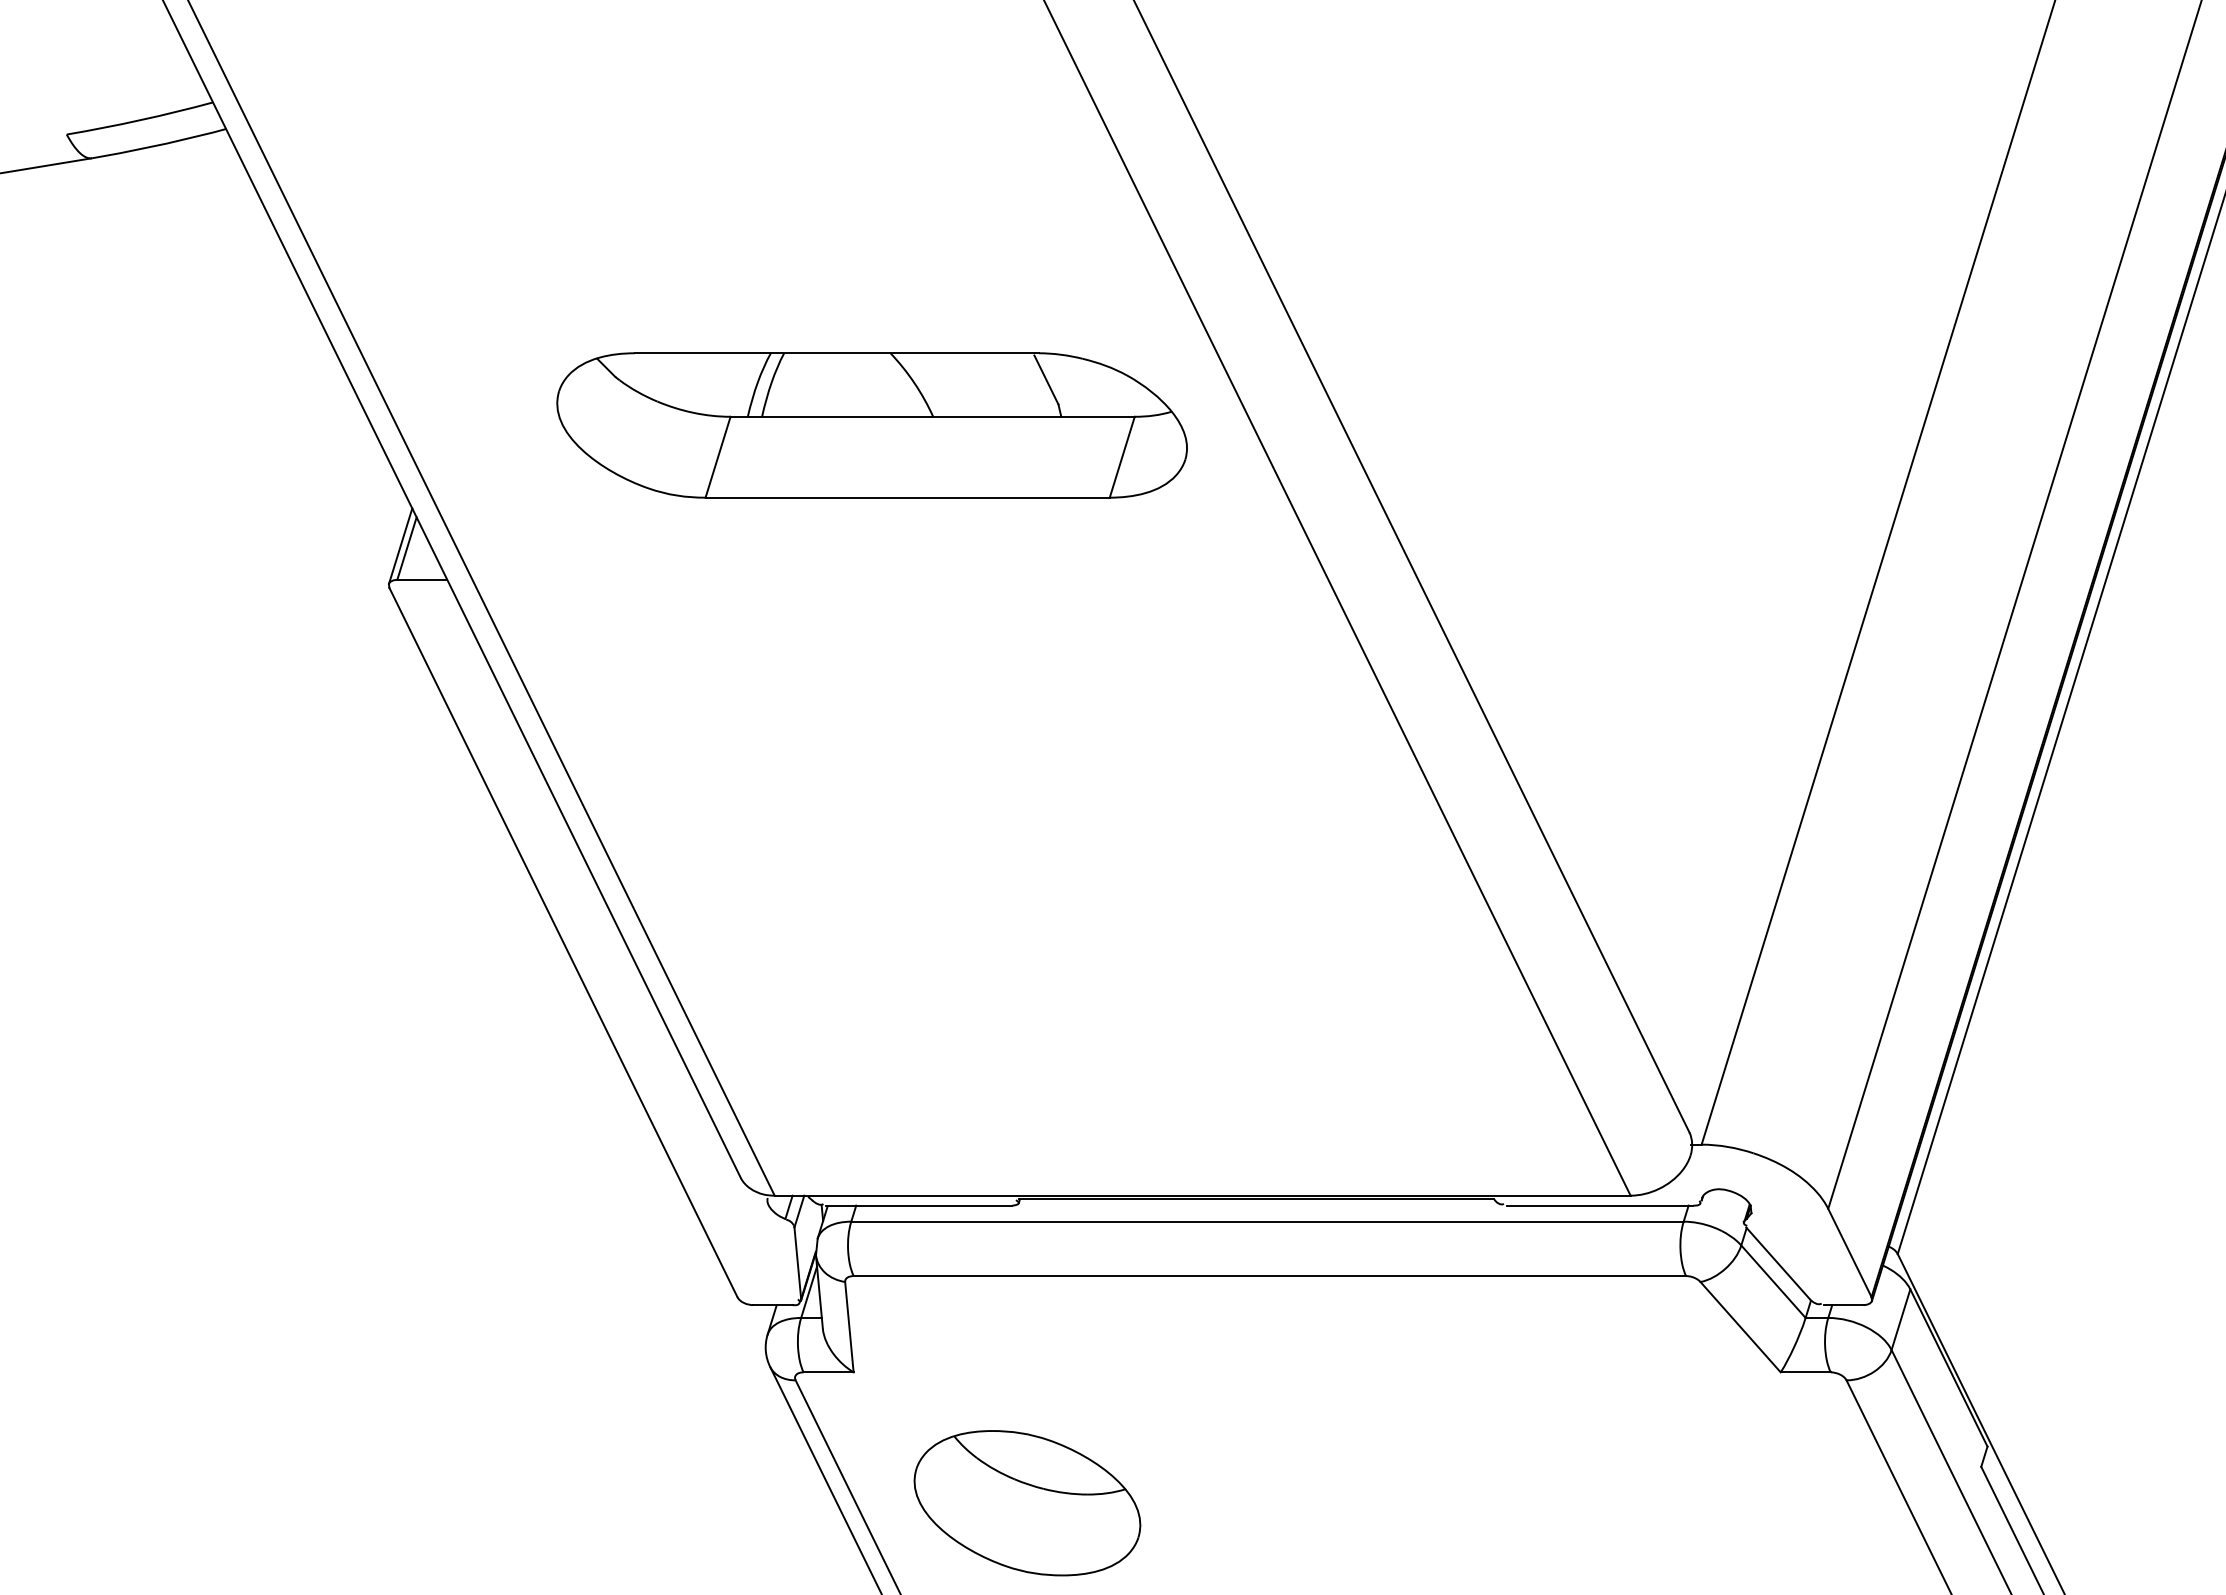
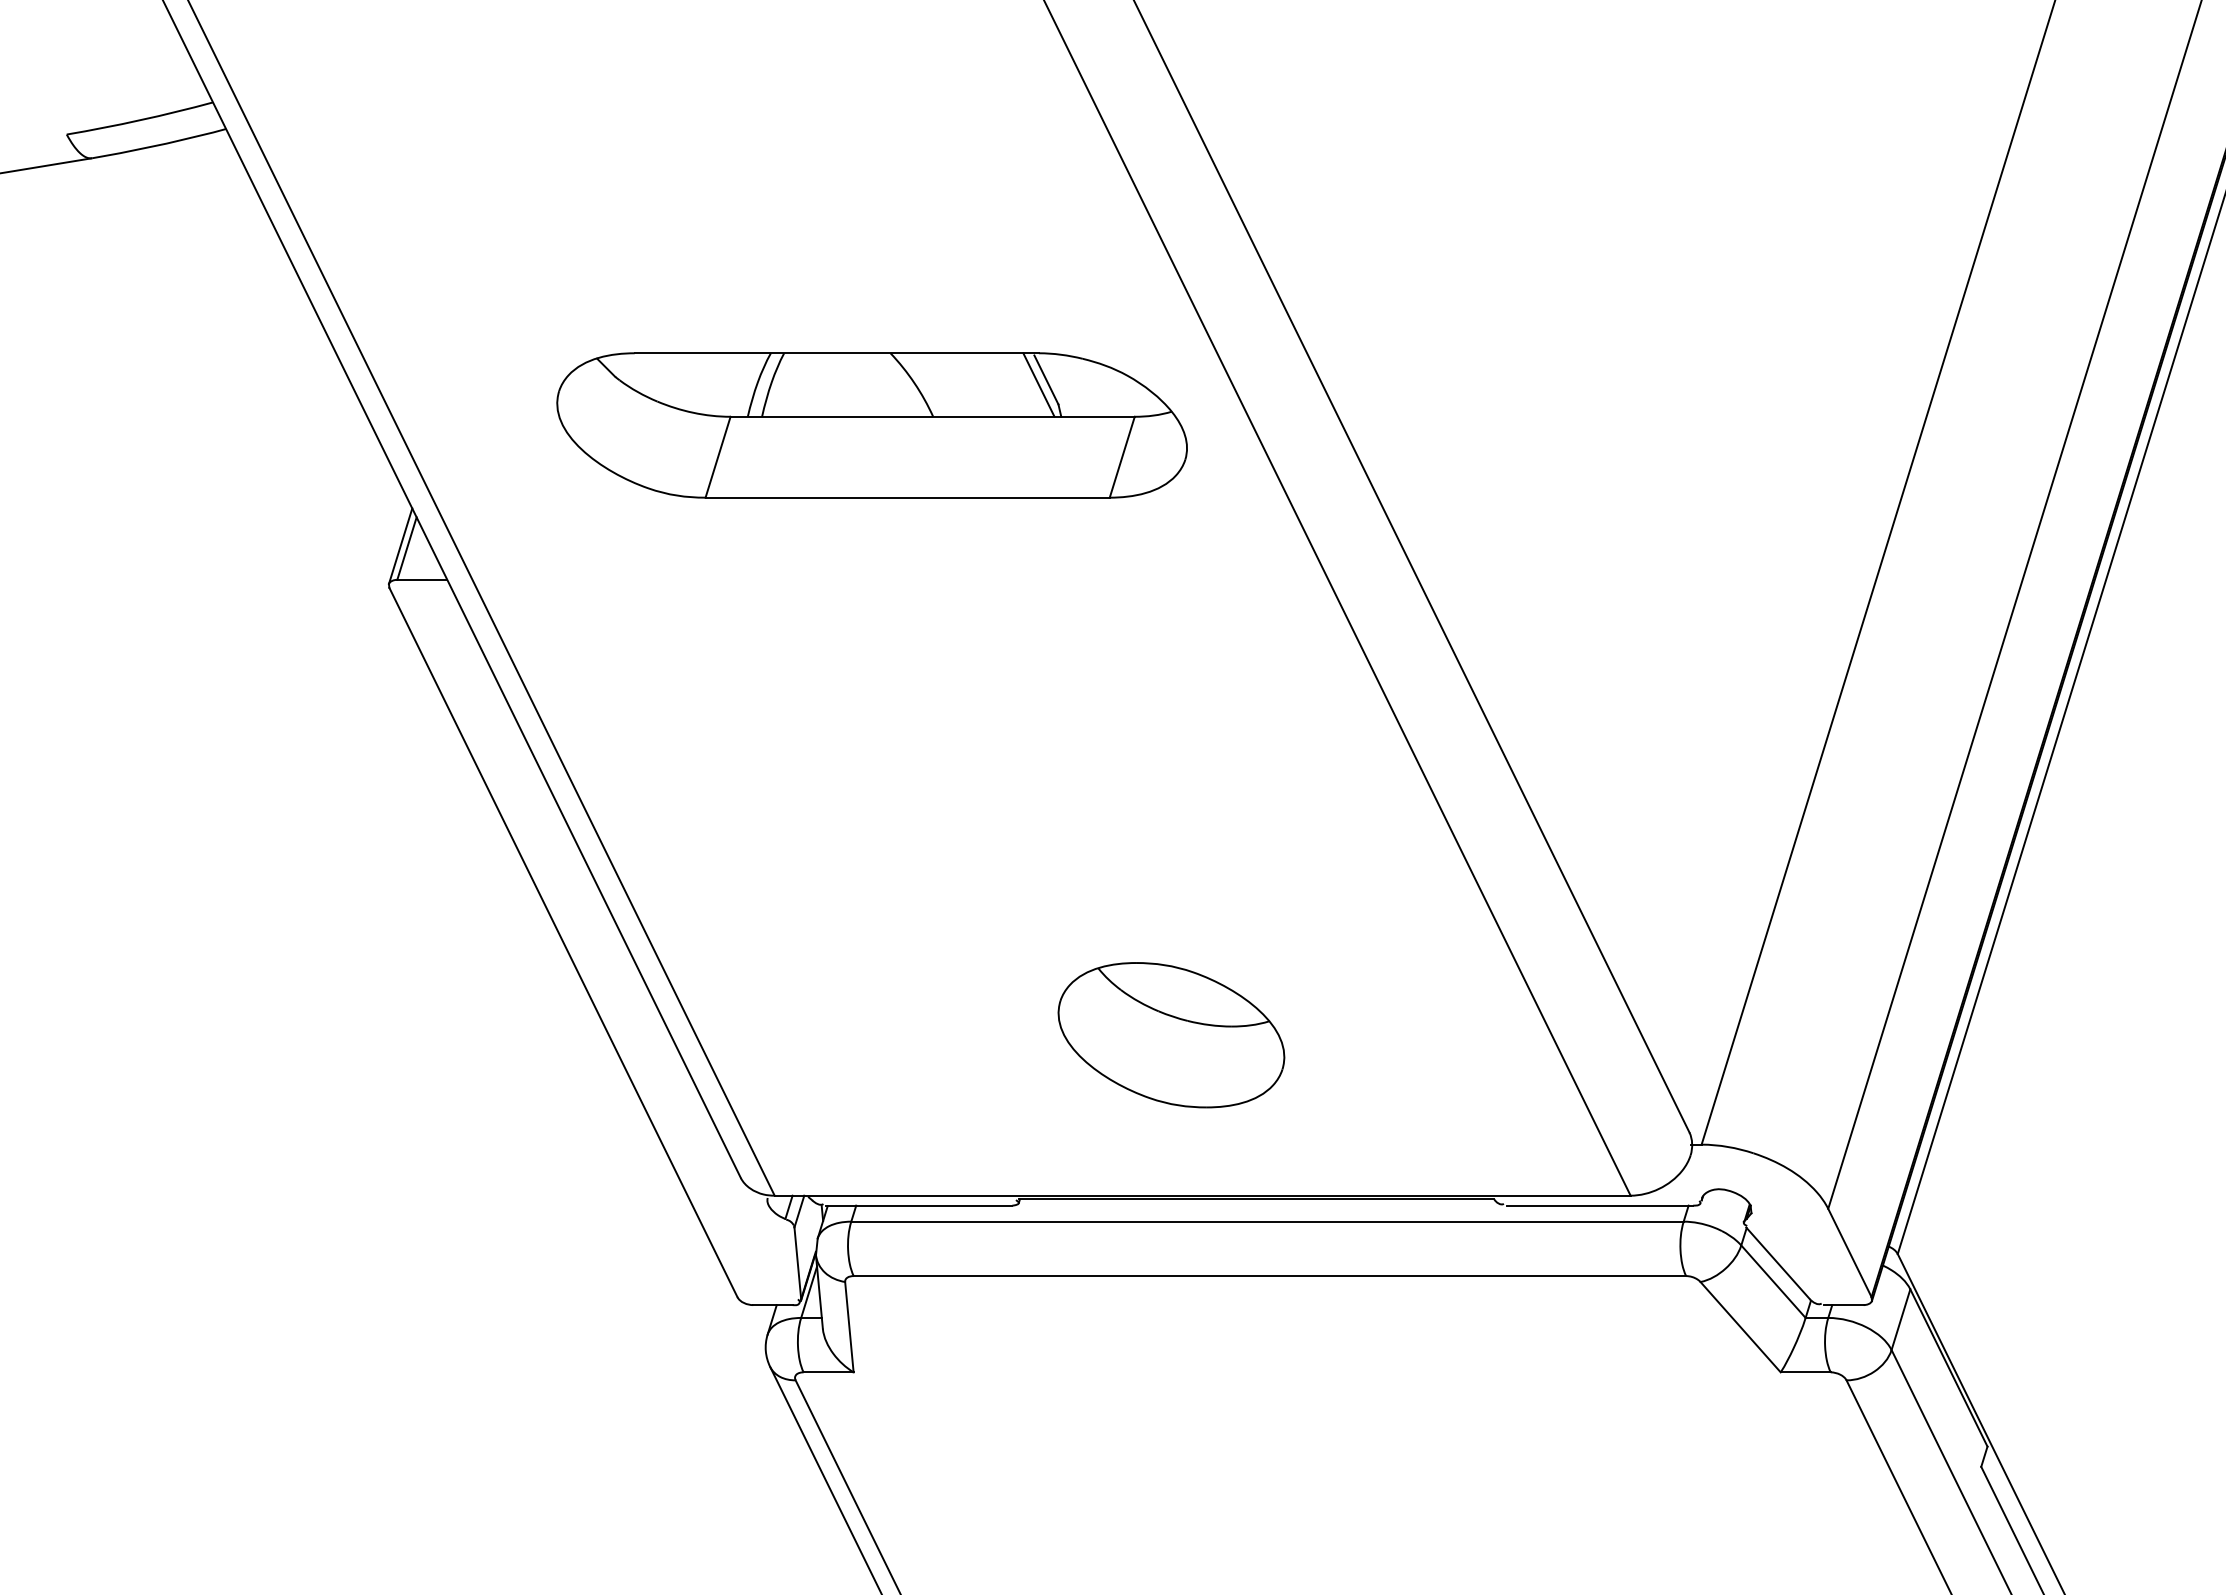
line at (1038, 384): none -> present
part at (1027, 1503) position: (1027, 1503) -> (1171, 1035)
